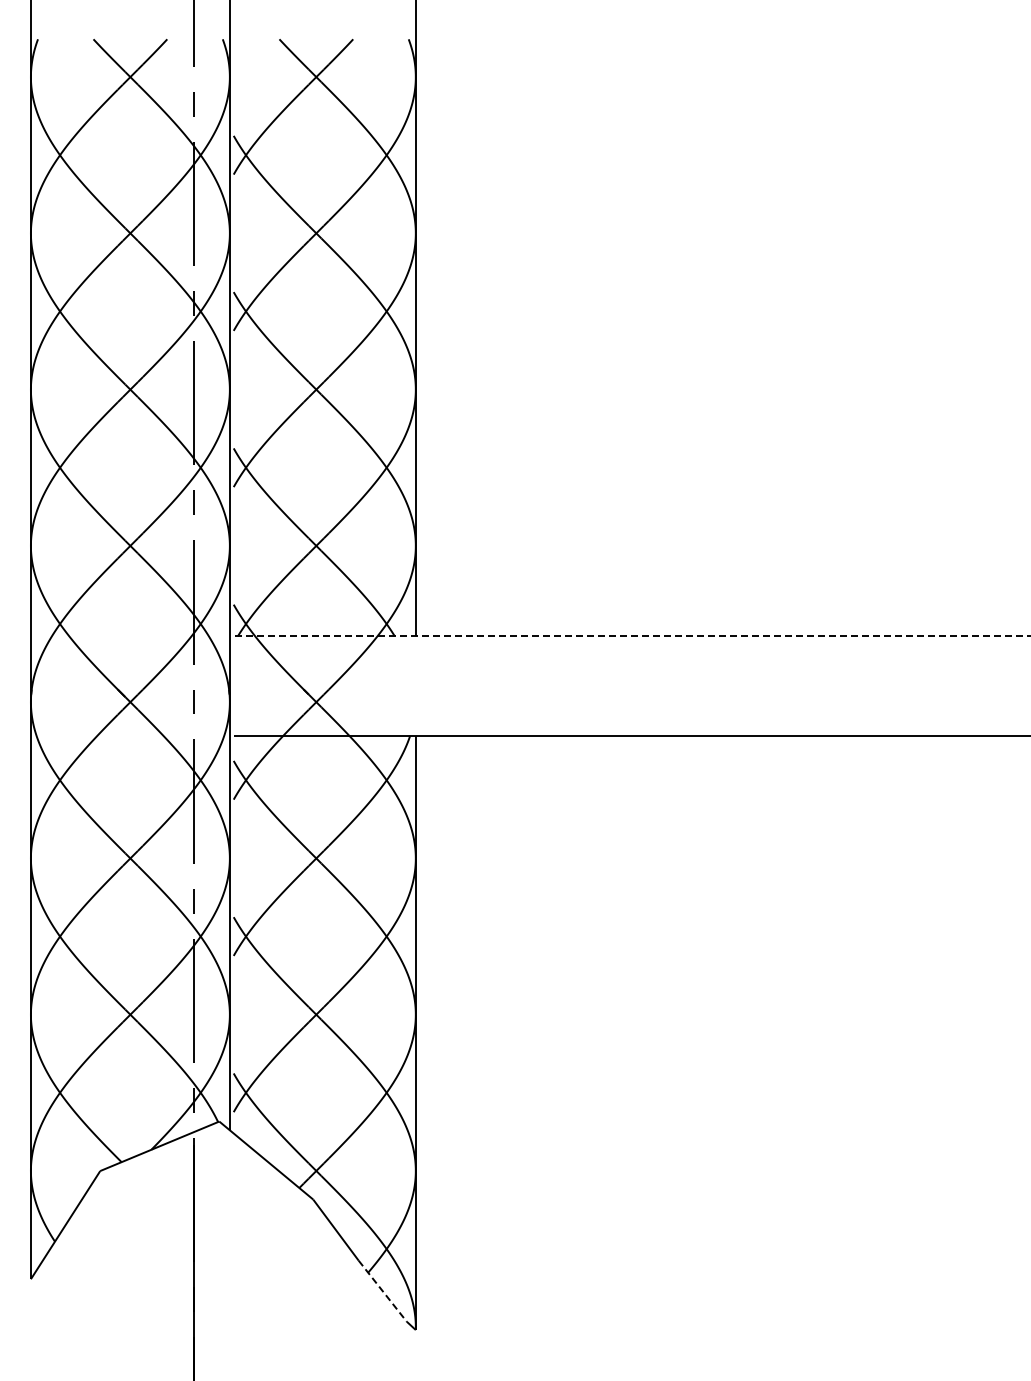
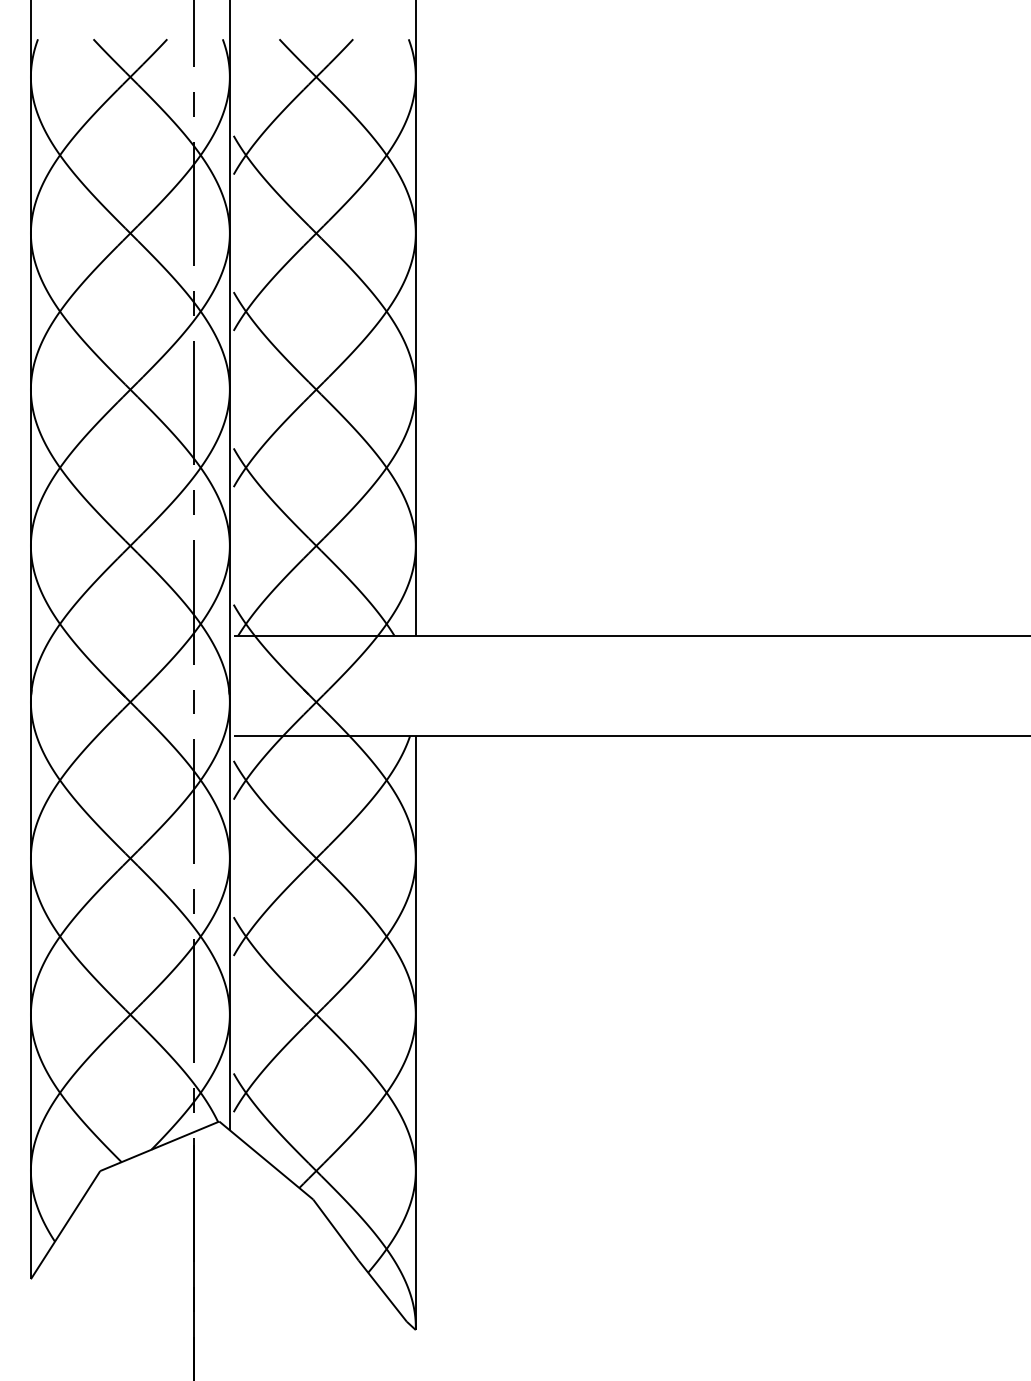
line at (631, 636): dashed -> solid
line at (382, 1291): dashed -> solid
